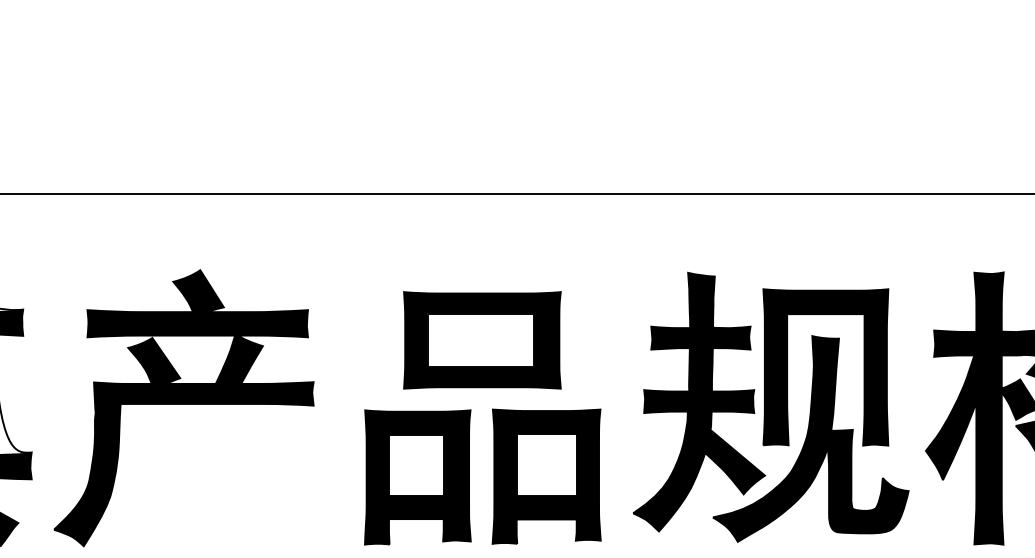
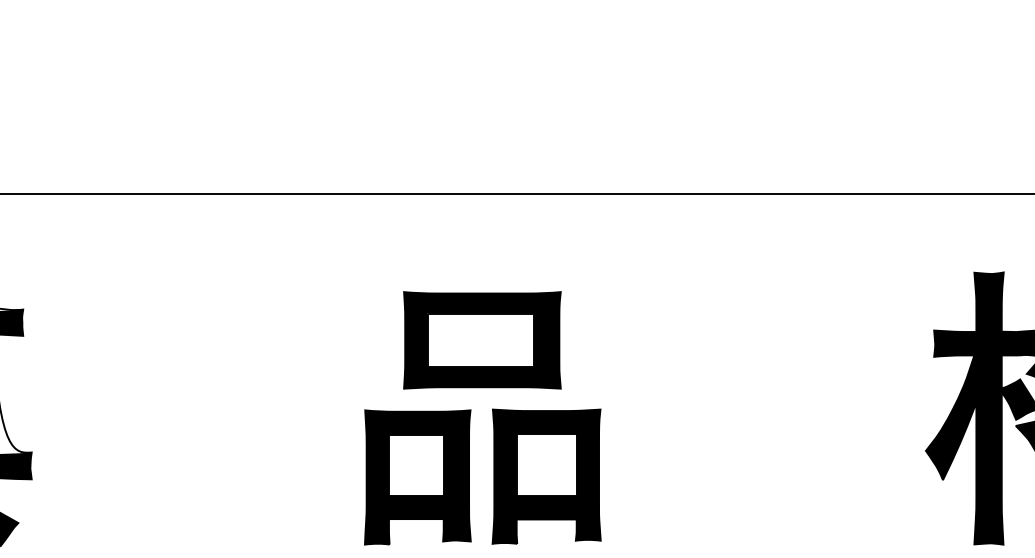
part at (770, 406): present -> none
part at (183, 408): present -> none
